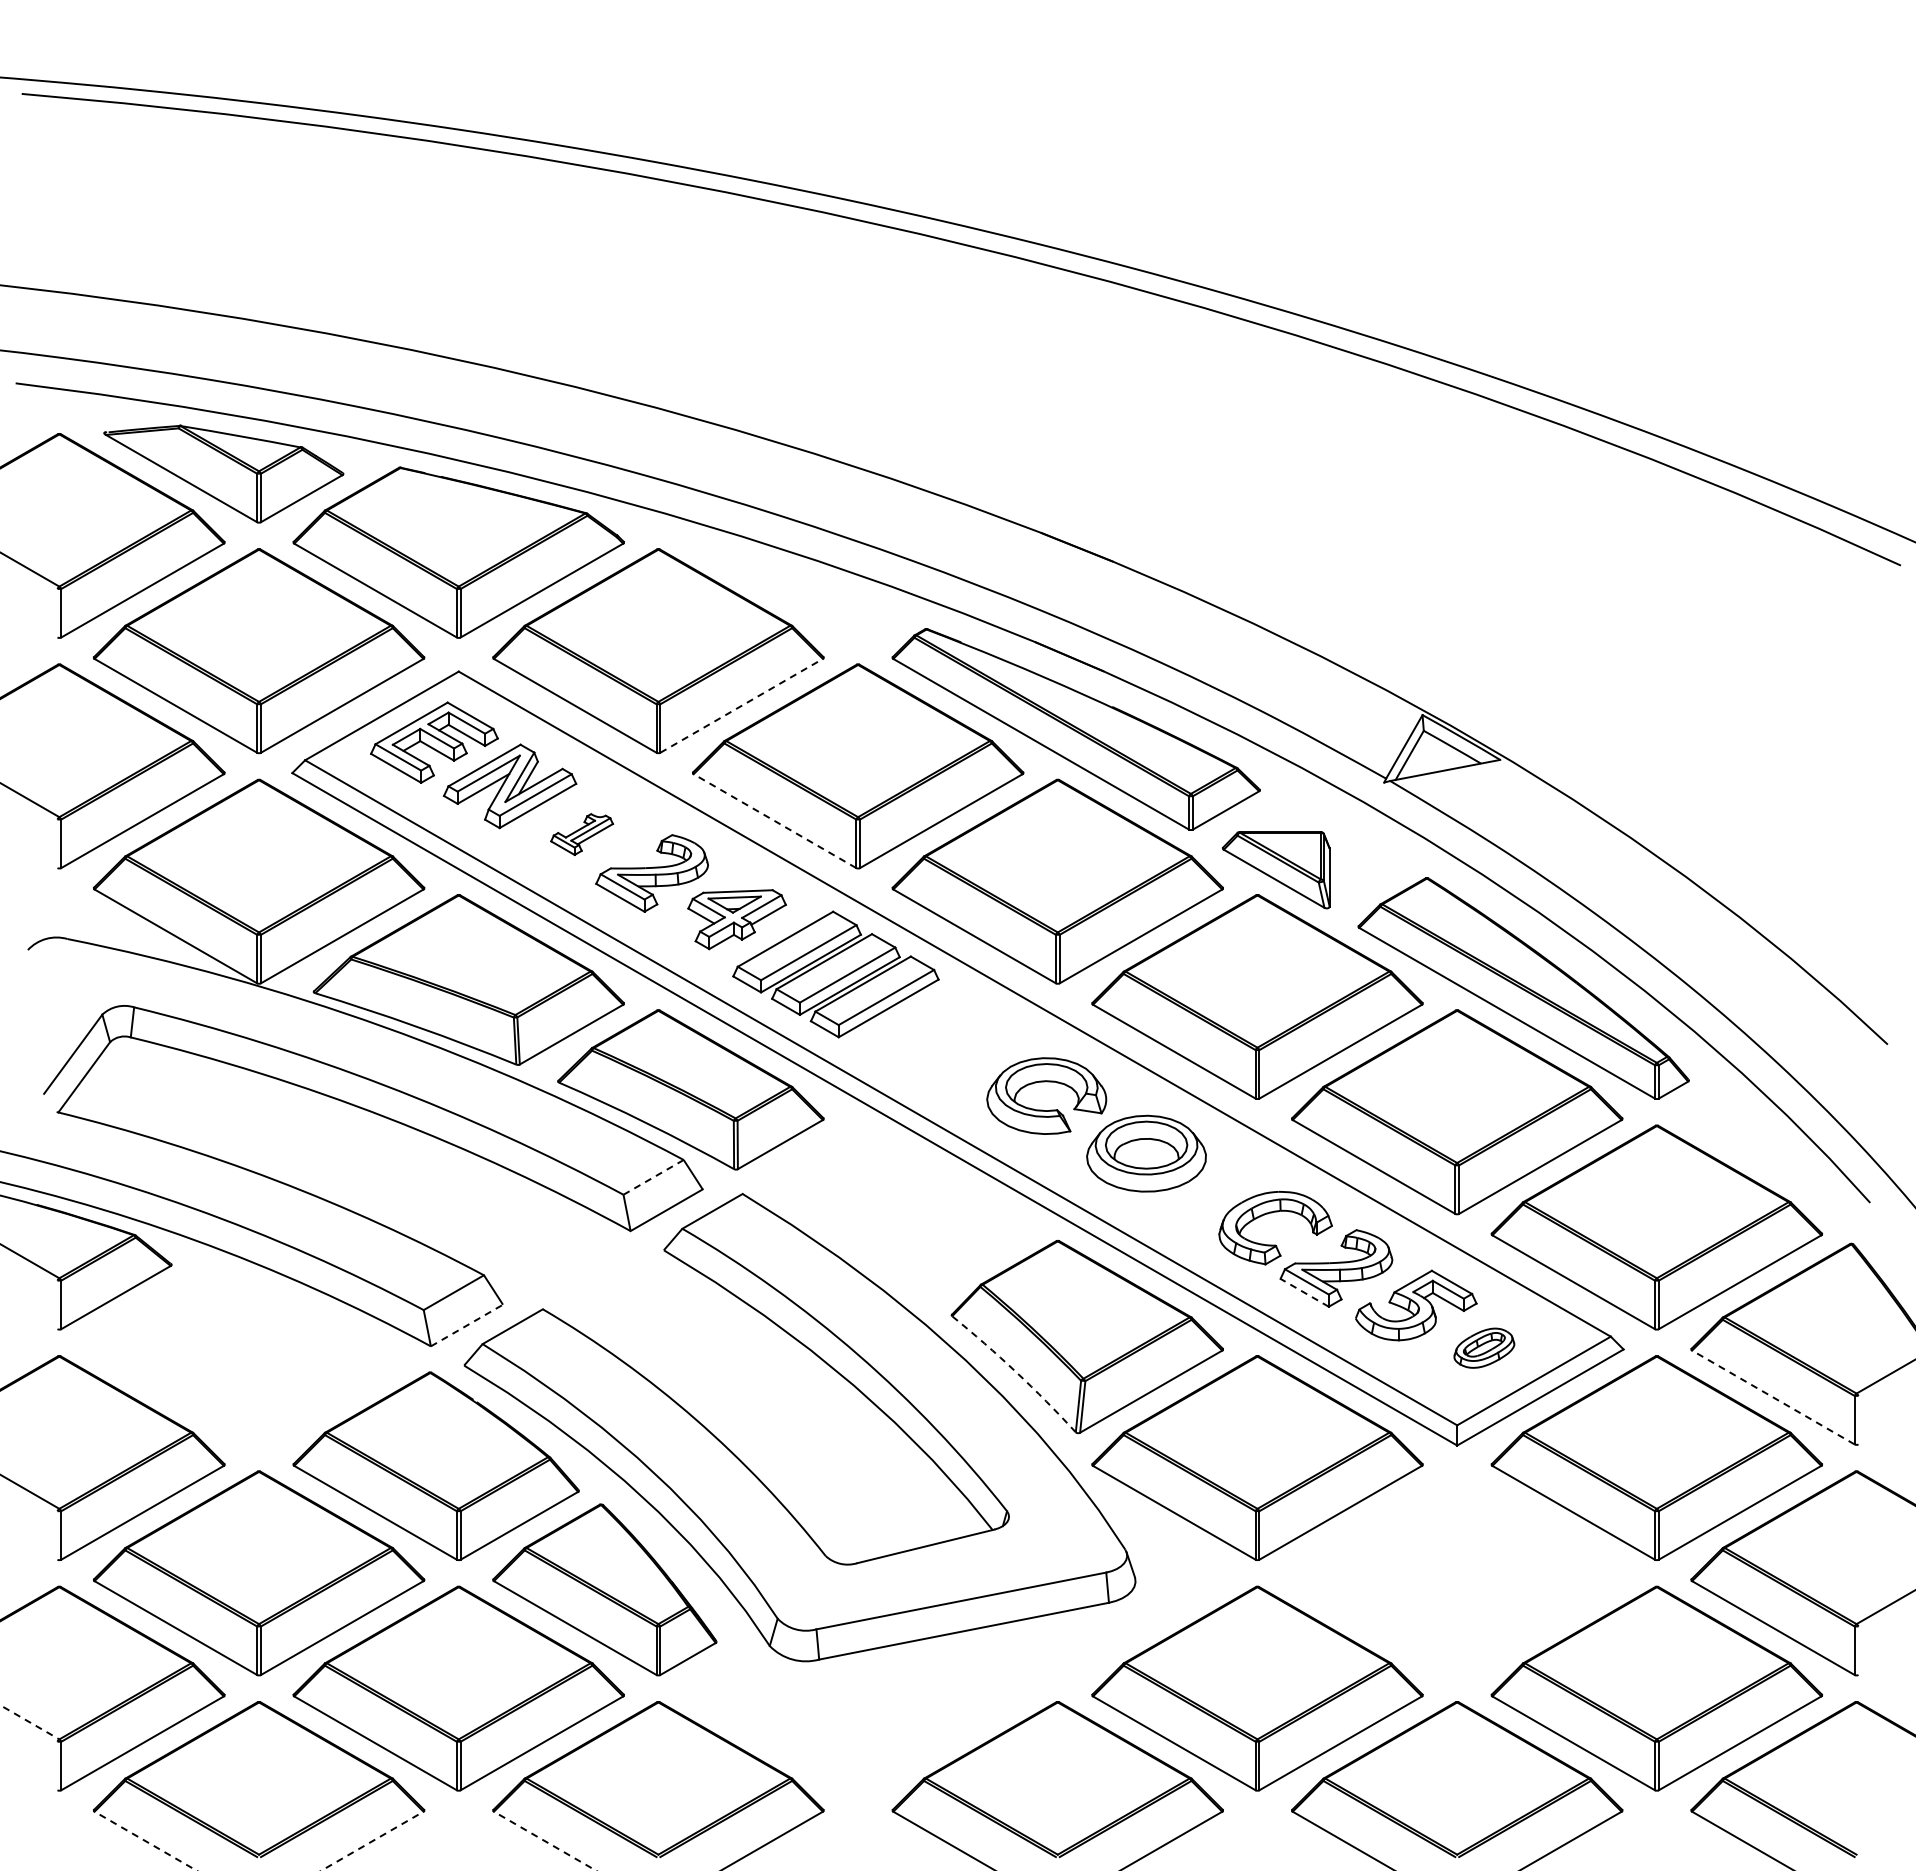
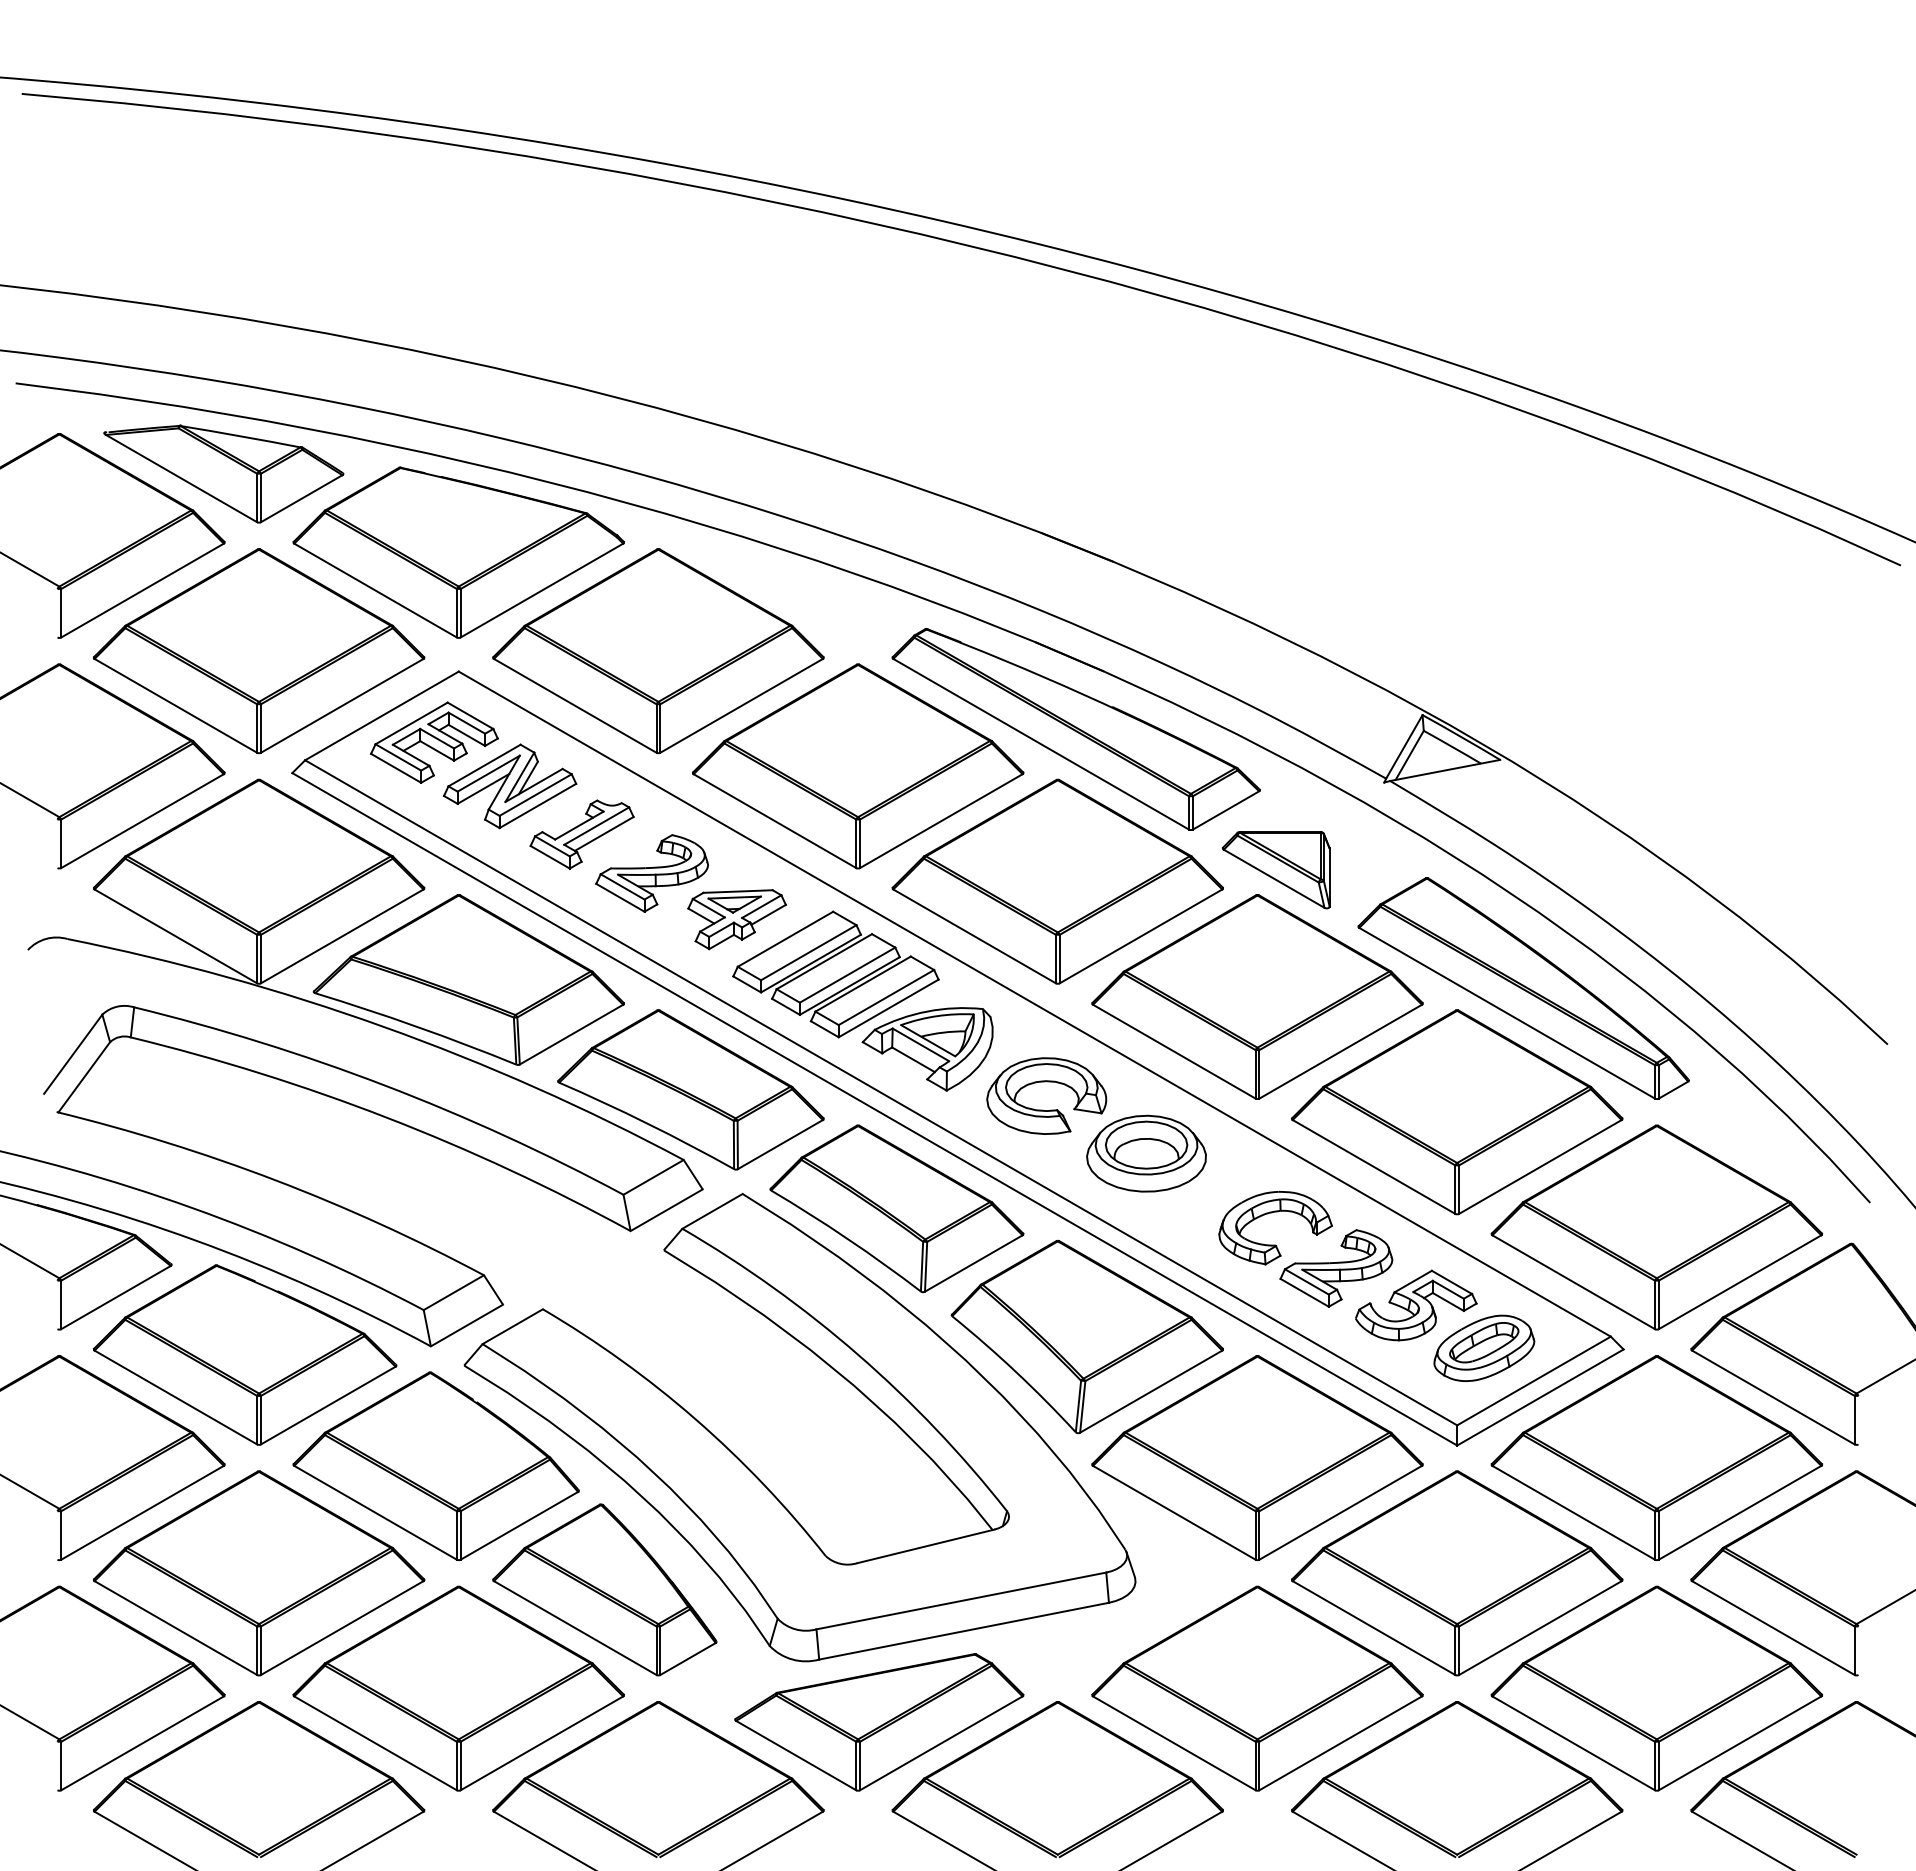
line at (741, 705): dashed -> solid
line at (774, 821): dashed -> solid
part at (582, 834) size: 65x44 px -> 106x71 px
part at (927, 1049): none -> present
line at (653, 1177): dashed -> solid
part at (896, 1208): none -> present
line at (1304, 1292): dashed -> solid
line at (466, 1325): dashed -> solid
part at (1484, 1347) size: 63x42 px -> 103x68 px
part at (245, 1354): none -> present
arc at (1016, 1372): dashed -> solid
line at (1773, 1397): dashed -> solid
part at (1457, 1573): none -> present
line at (30, 1722): dashed -> solid
part at (879, 1722): none -> present
line at (145, 1841): dashed -> solid
line at (372, 1841): dashed -> solid
line at (544, 1841): dashed -> solid
